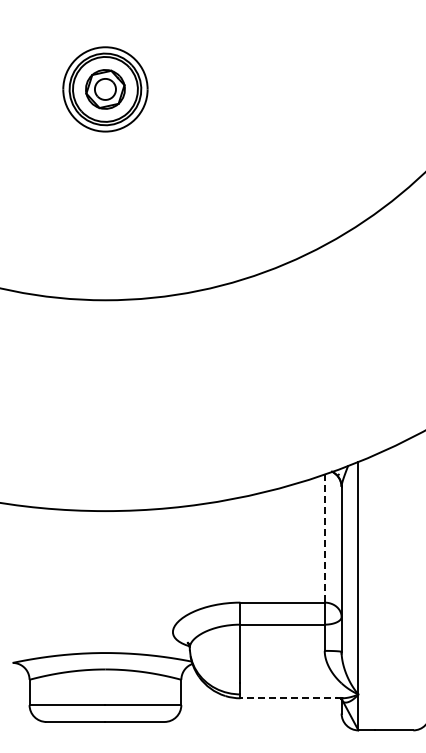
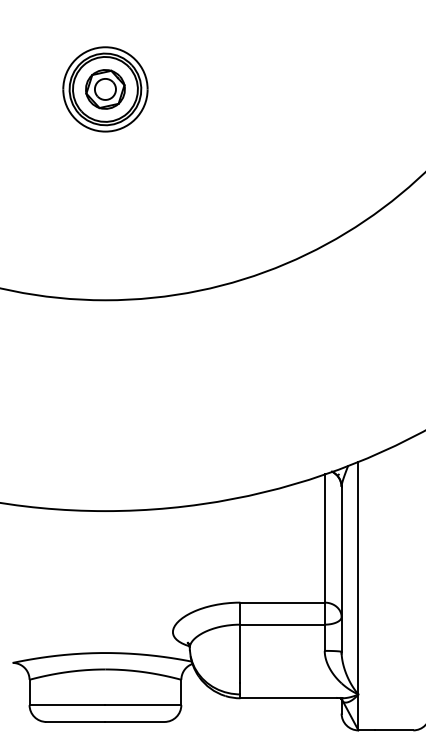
line at (324, 538): dashed -> solid
line at (291, 698): dashed -> solid
